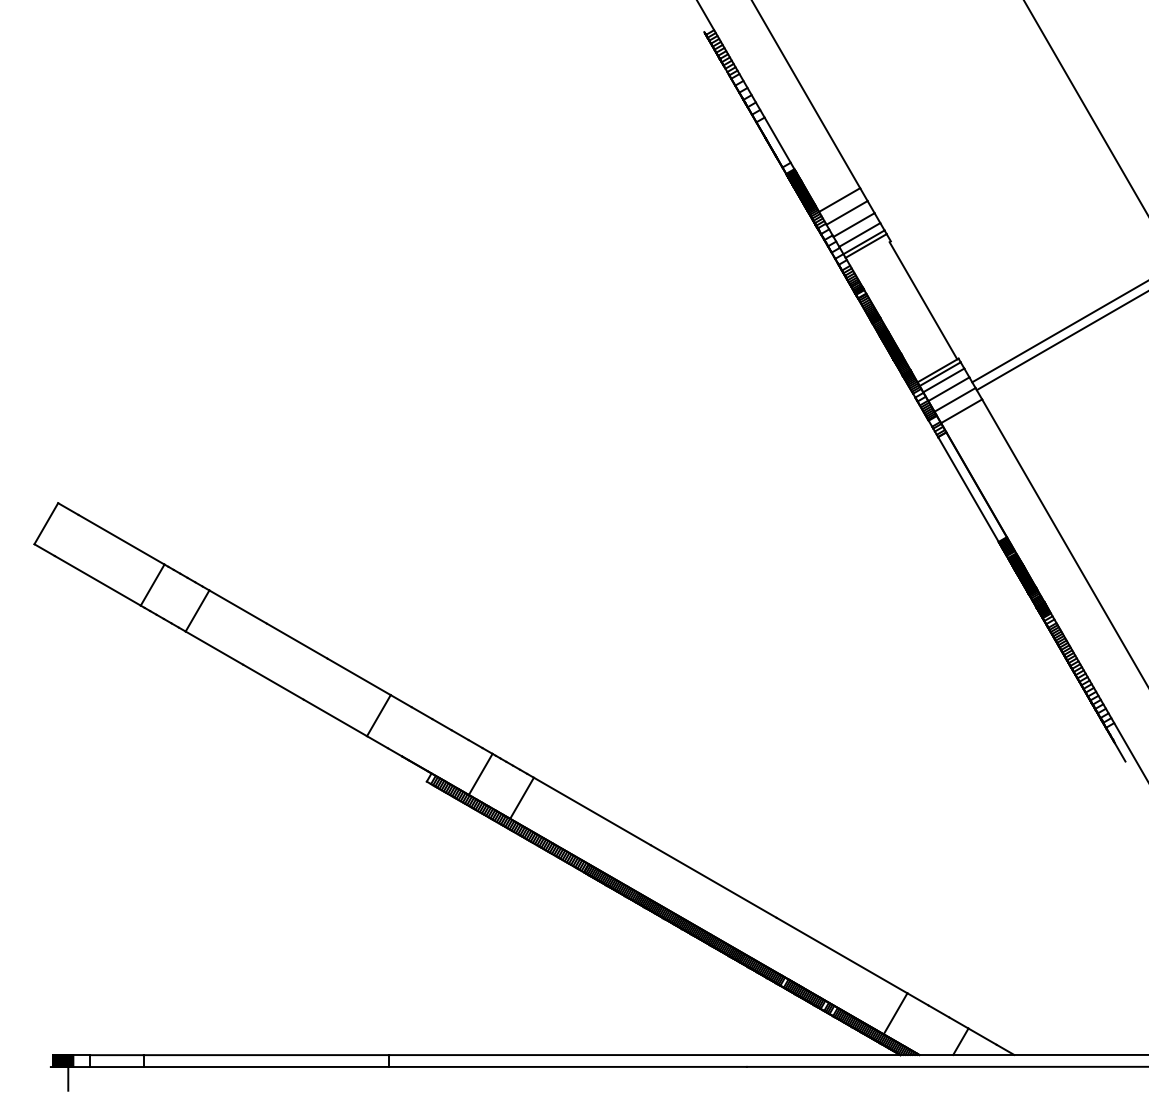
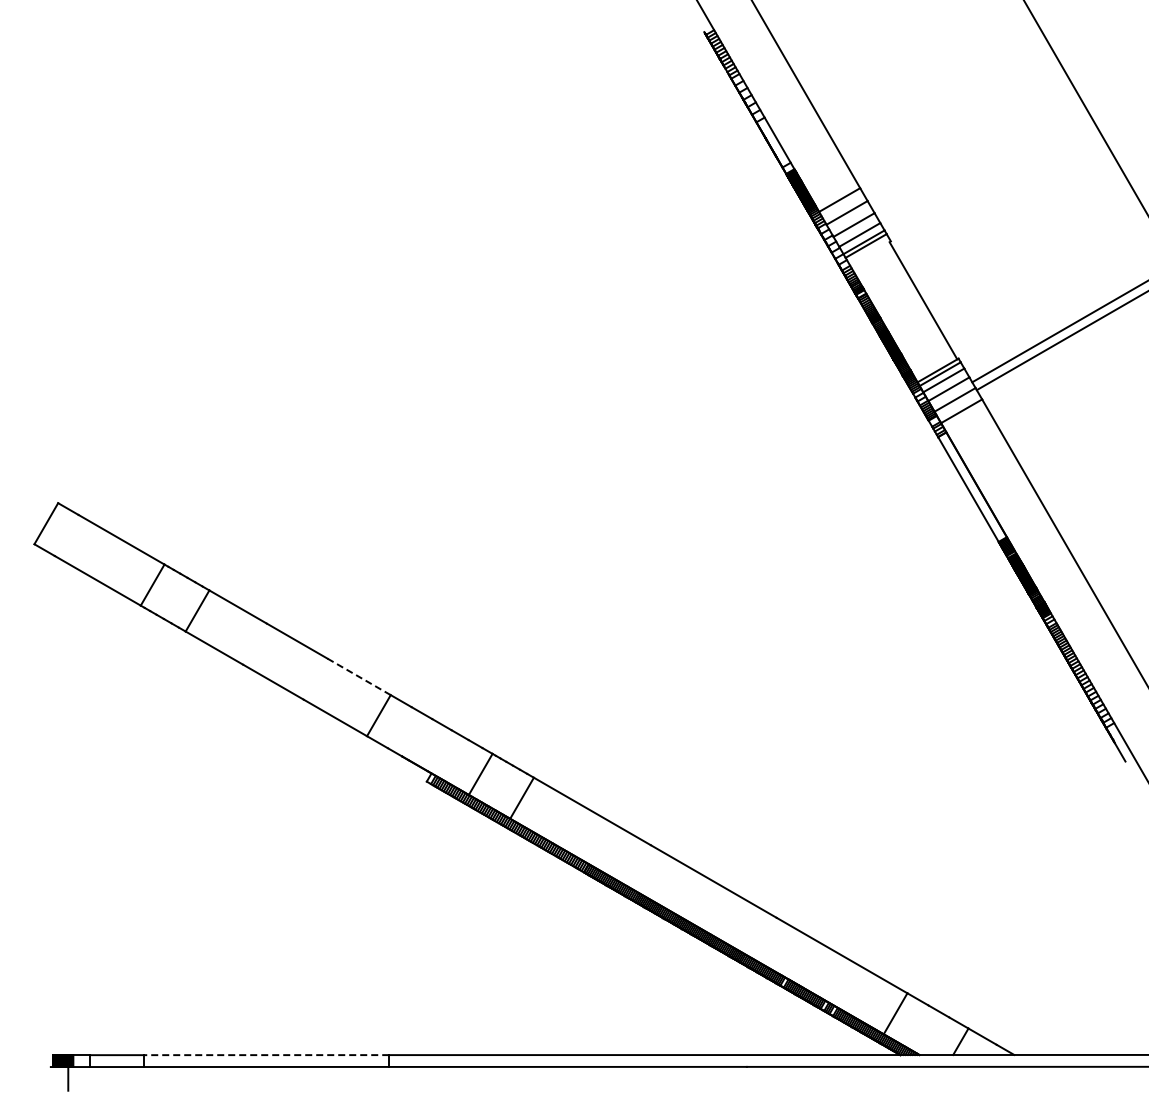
line at (359, 676): solid -> dashed
line at (266, 1055): solid -> dashed
